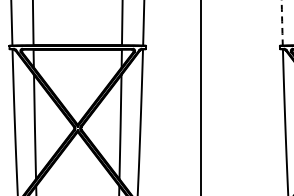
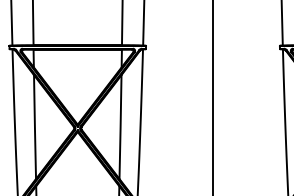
arc at (282, 23): dashed -> solid
line at (200, 97) position: (200, 97) -> (212, 97)
